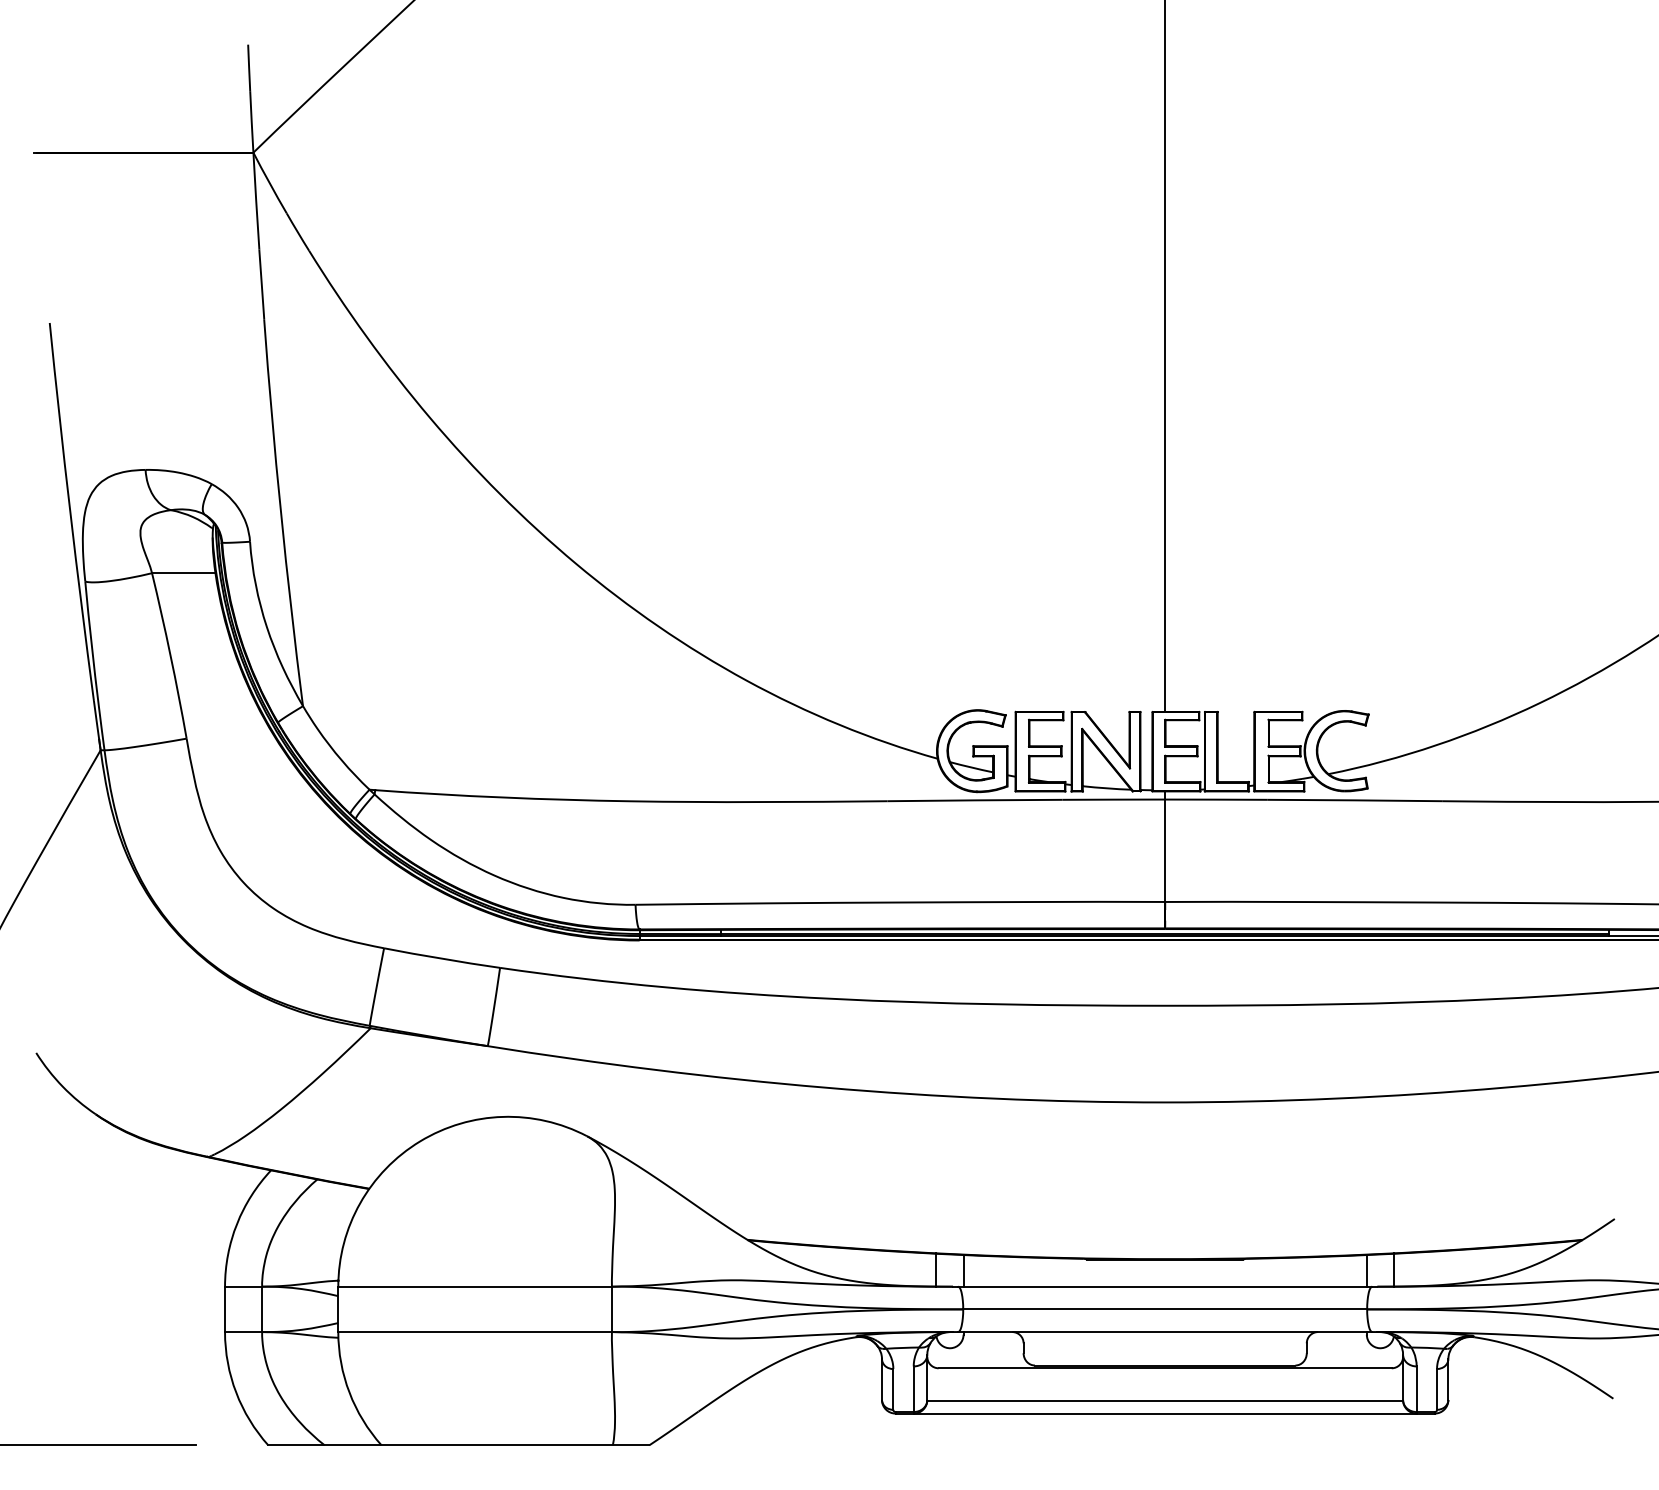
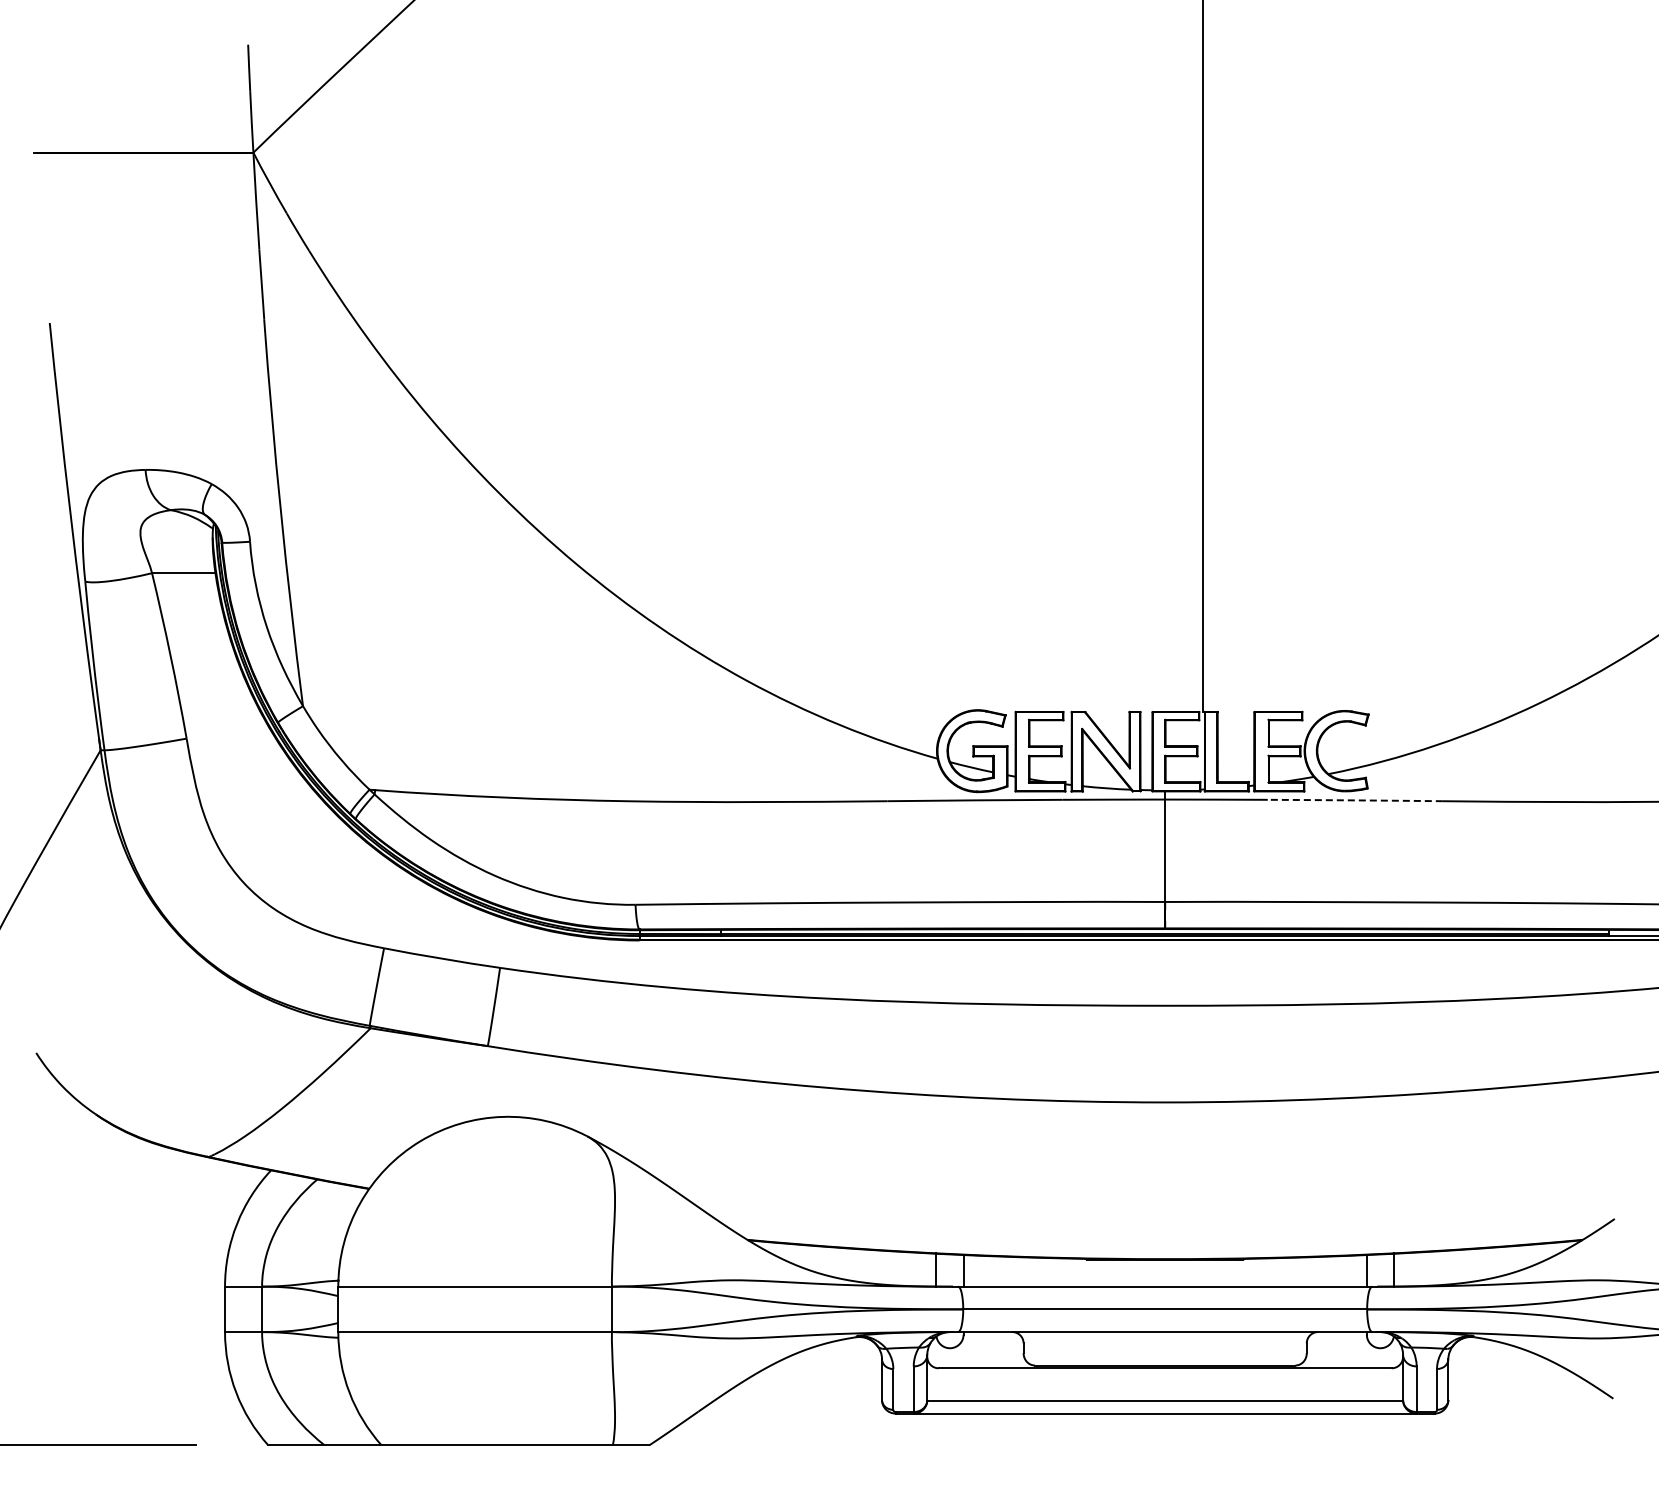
line at (1165, 357) position: (1165, 357) -> (1203, 357)
arc at (1355, 800): solid -> dashed
